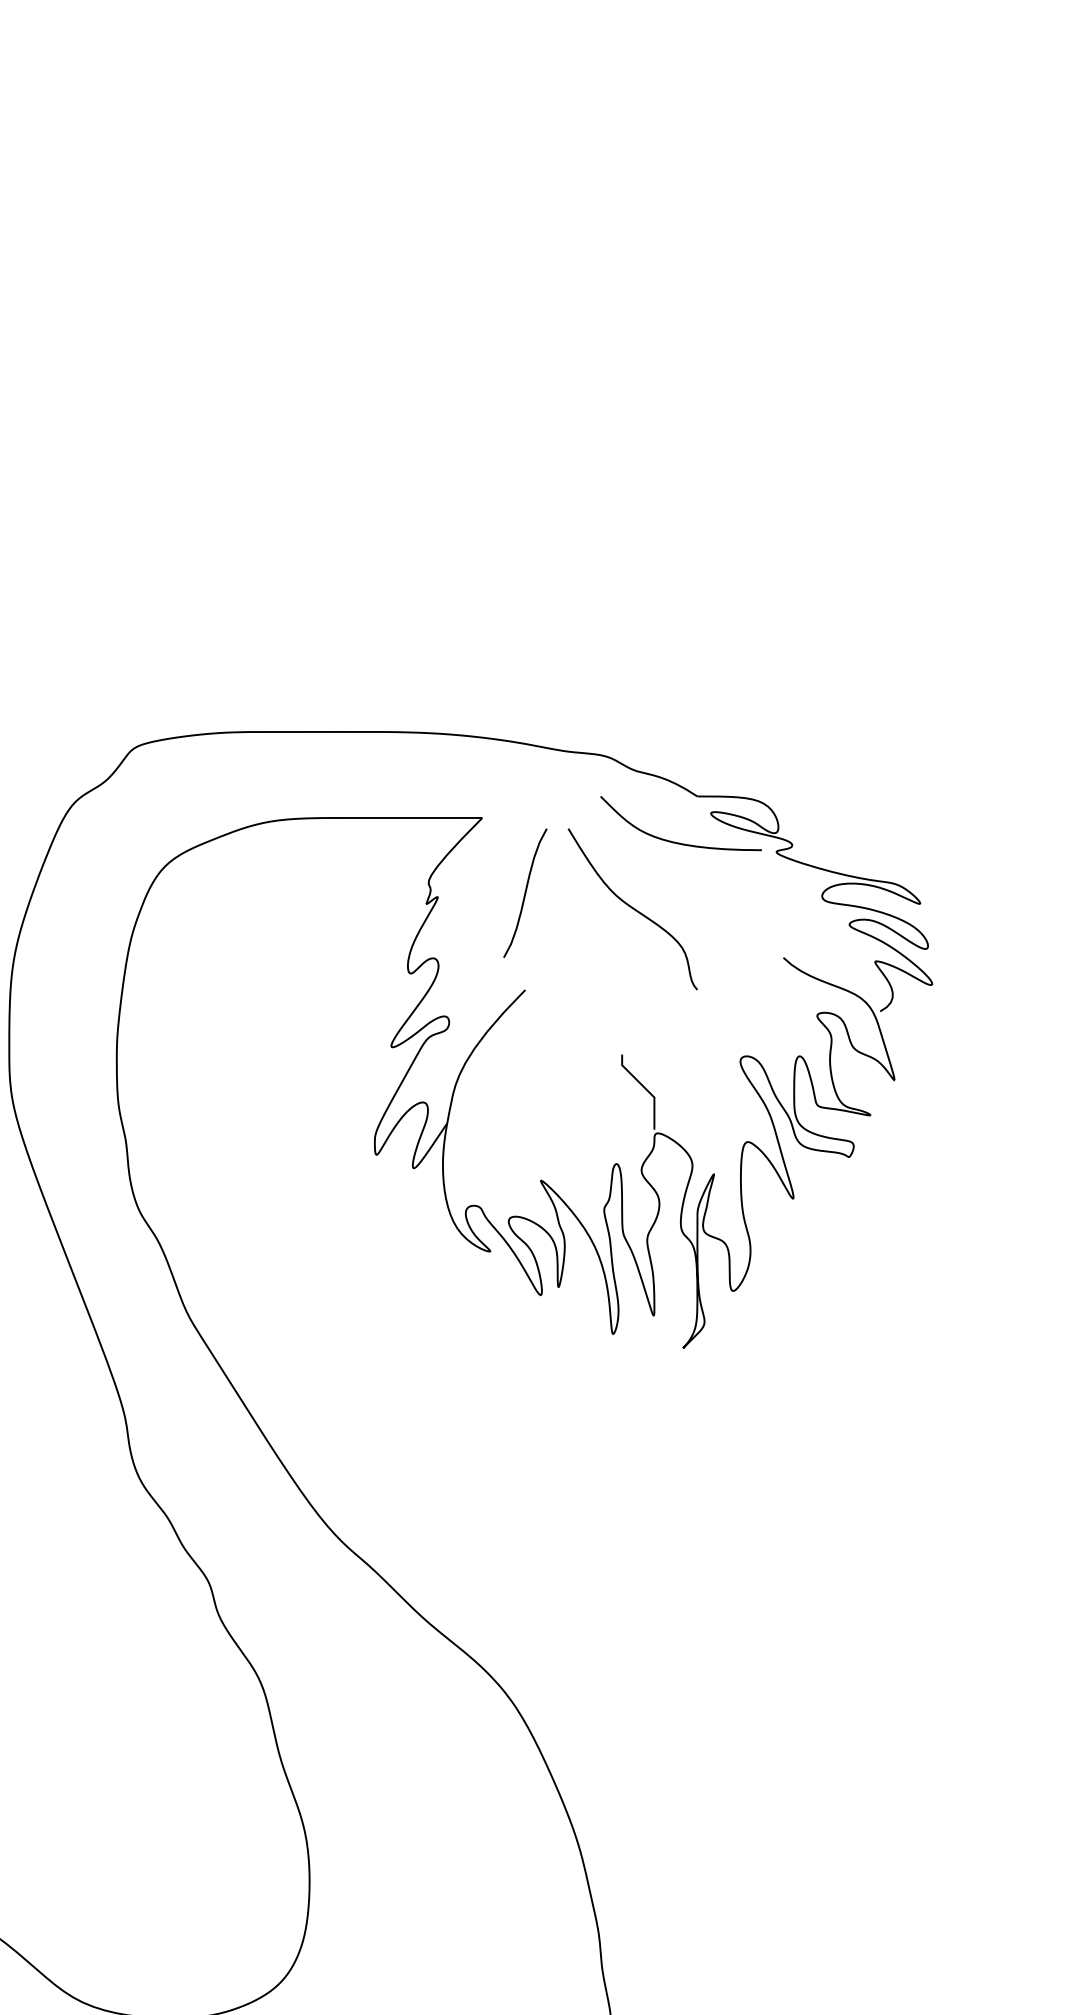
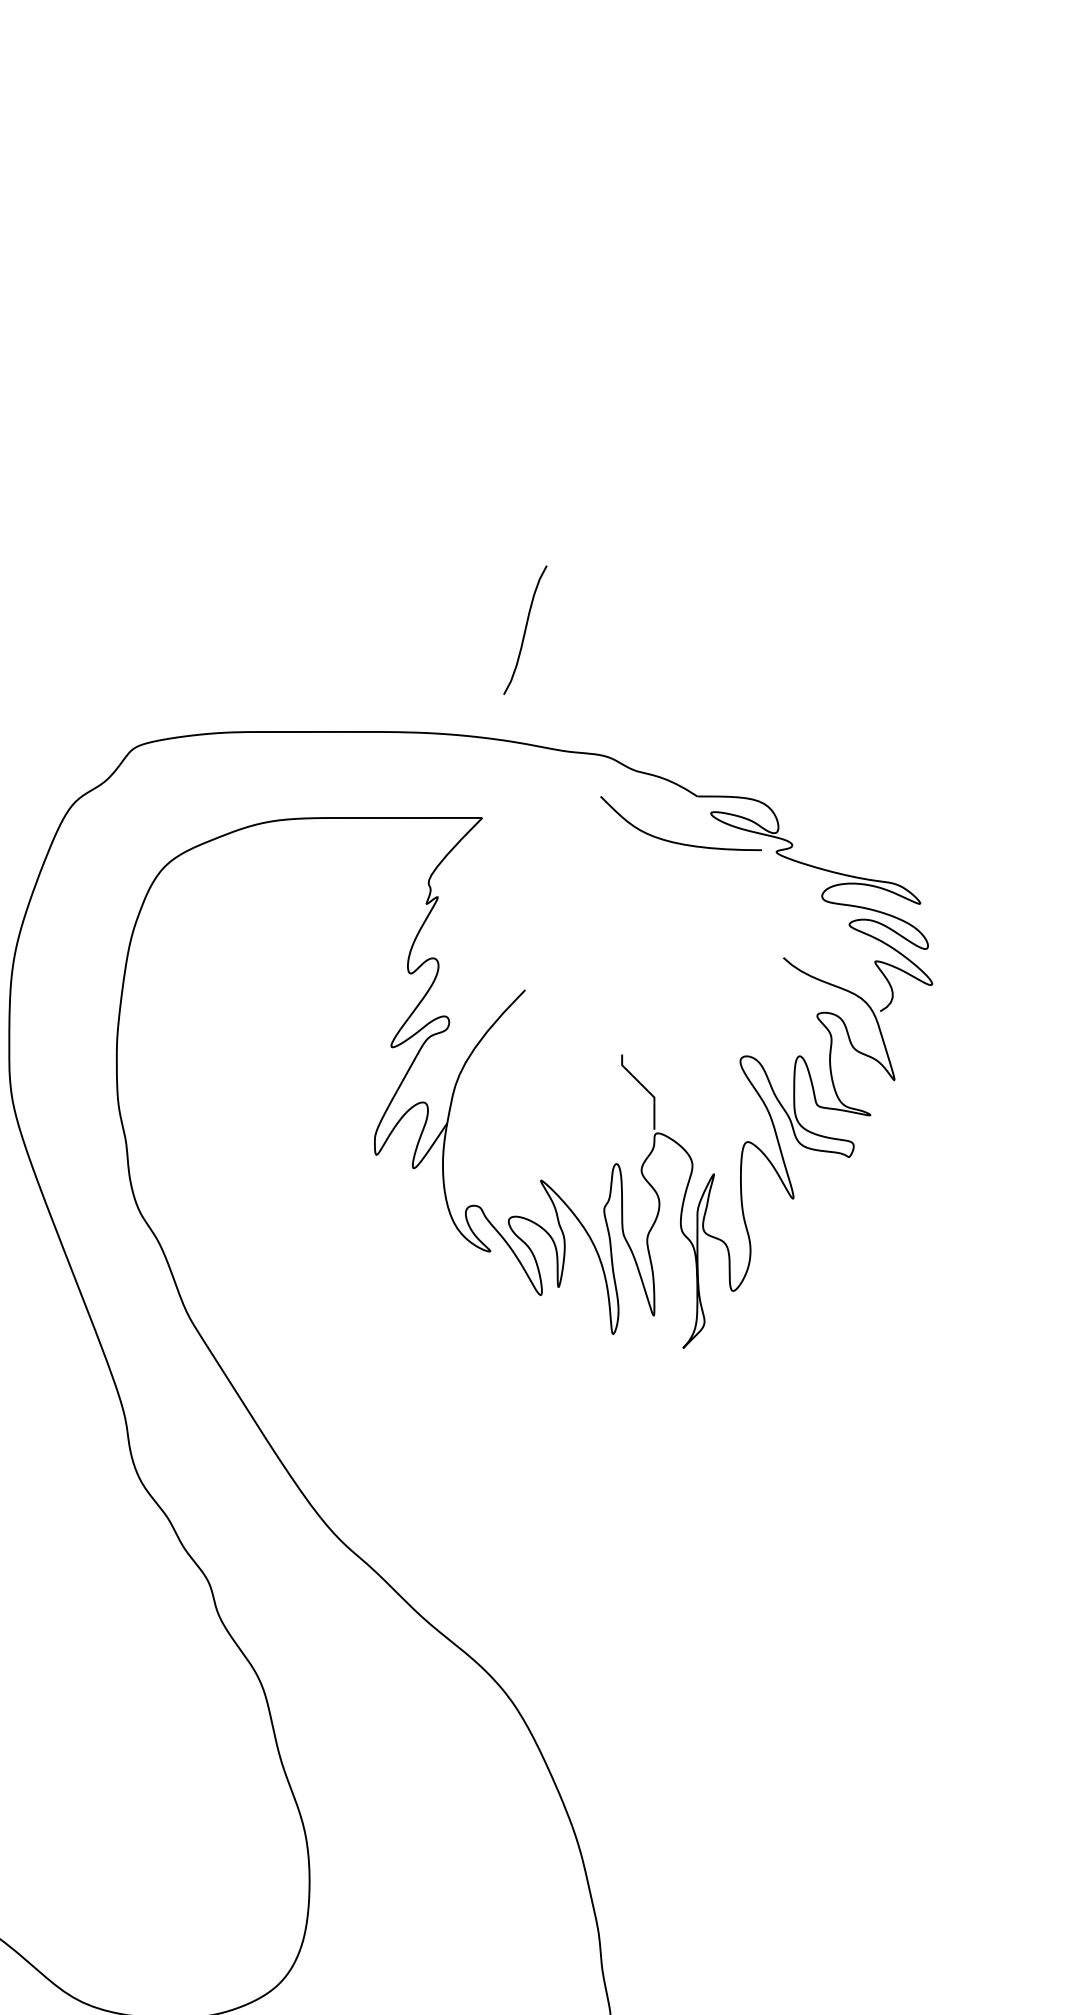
curve at (525, 892) position: (525, 892) -> (525, 629)
curve at (632, 909): present -> none
